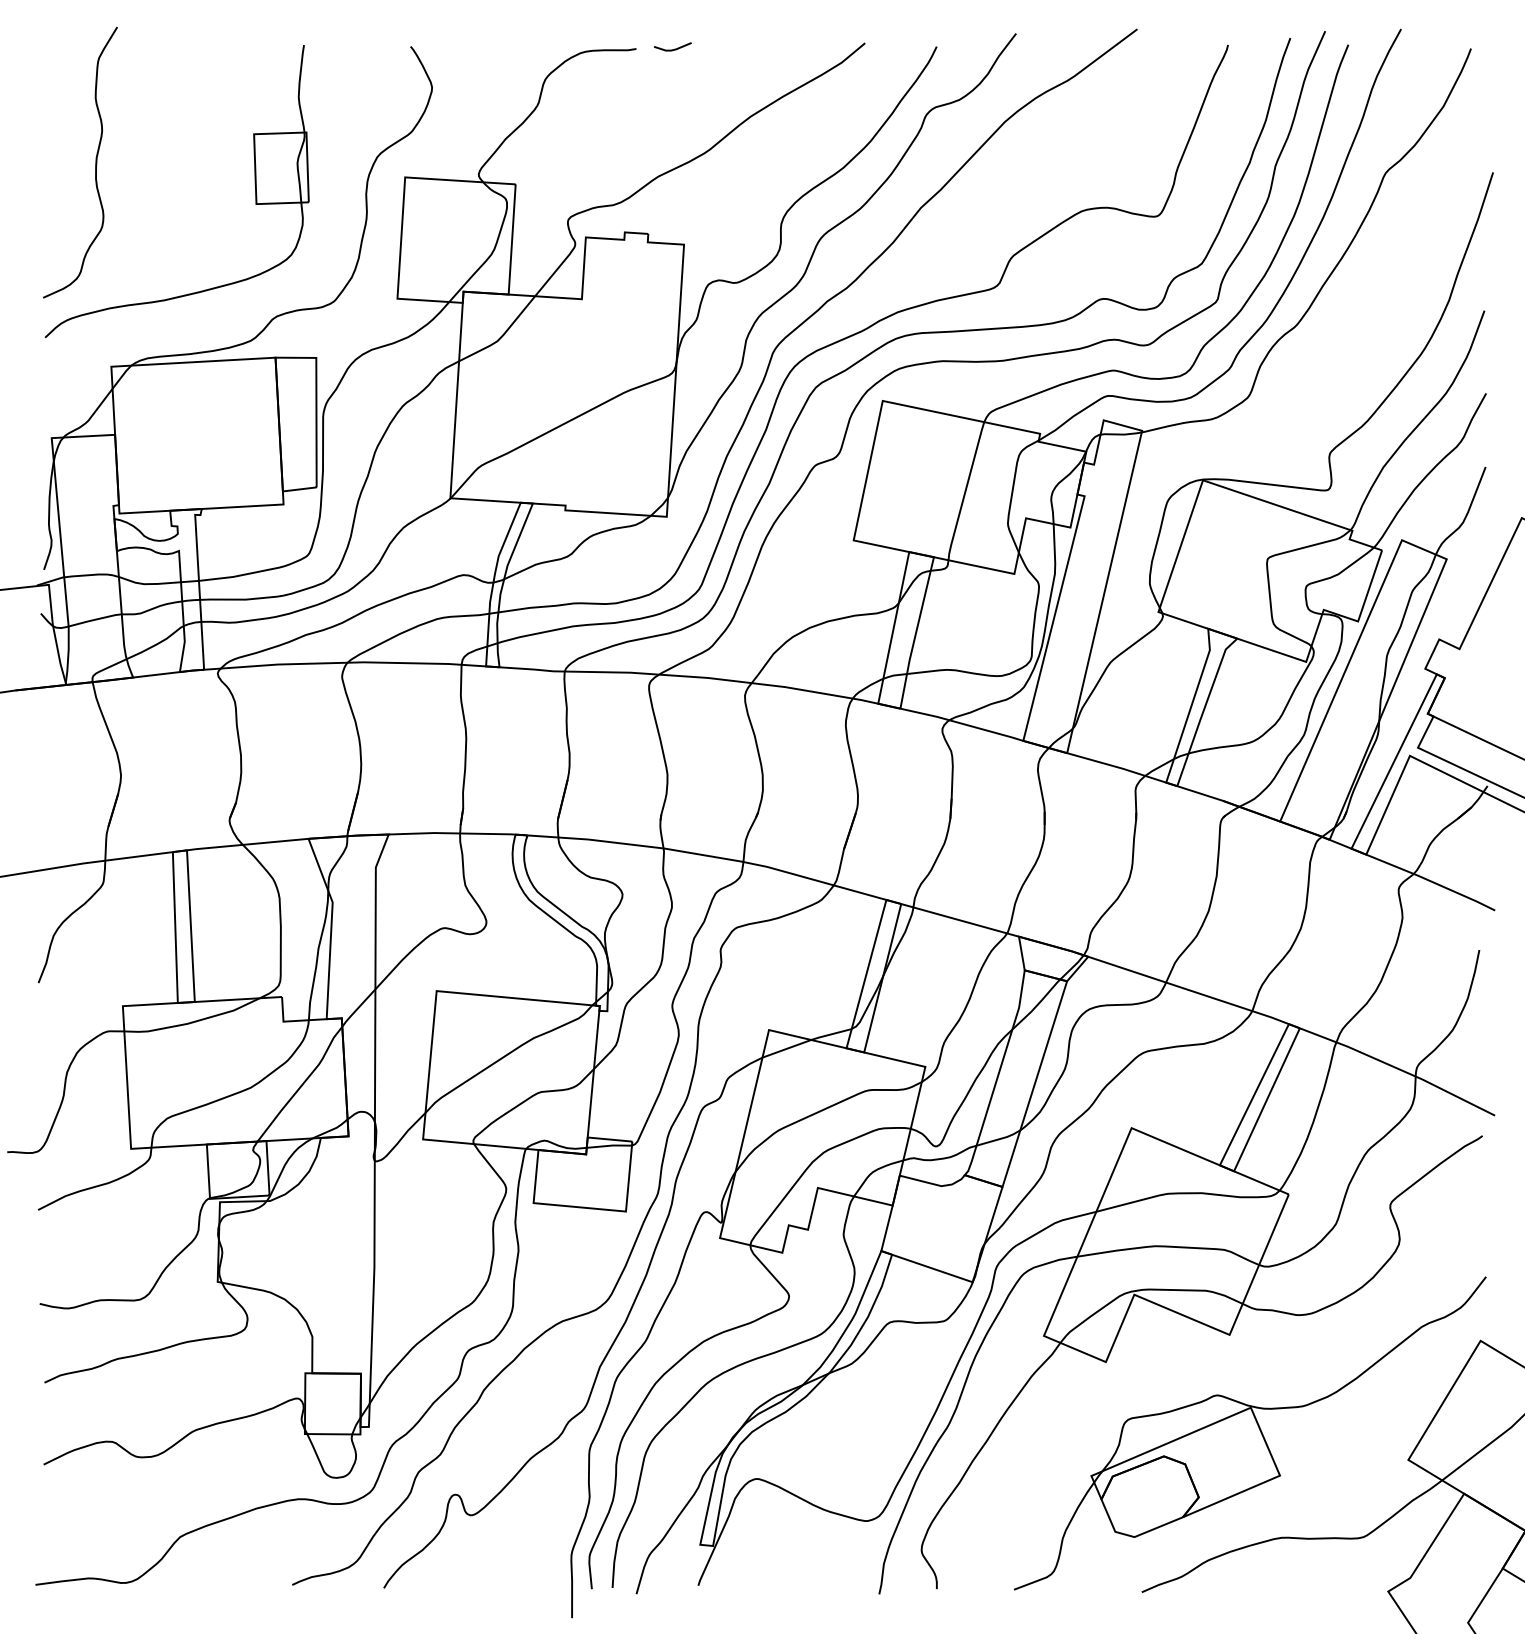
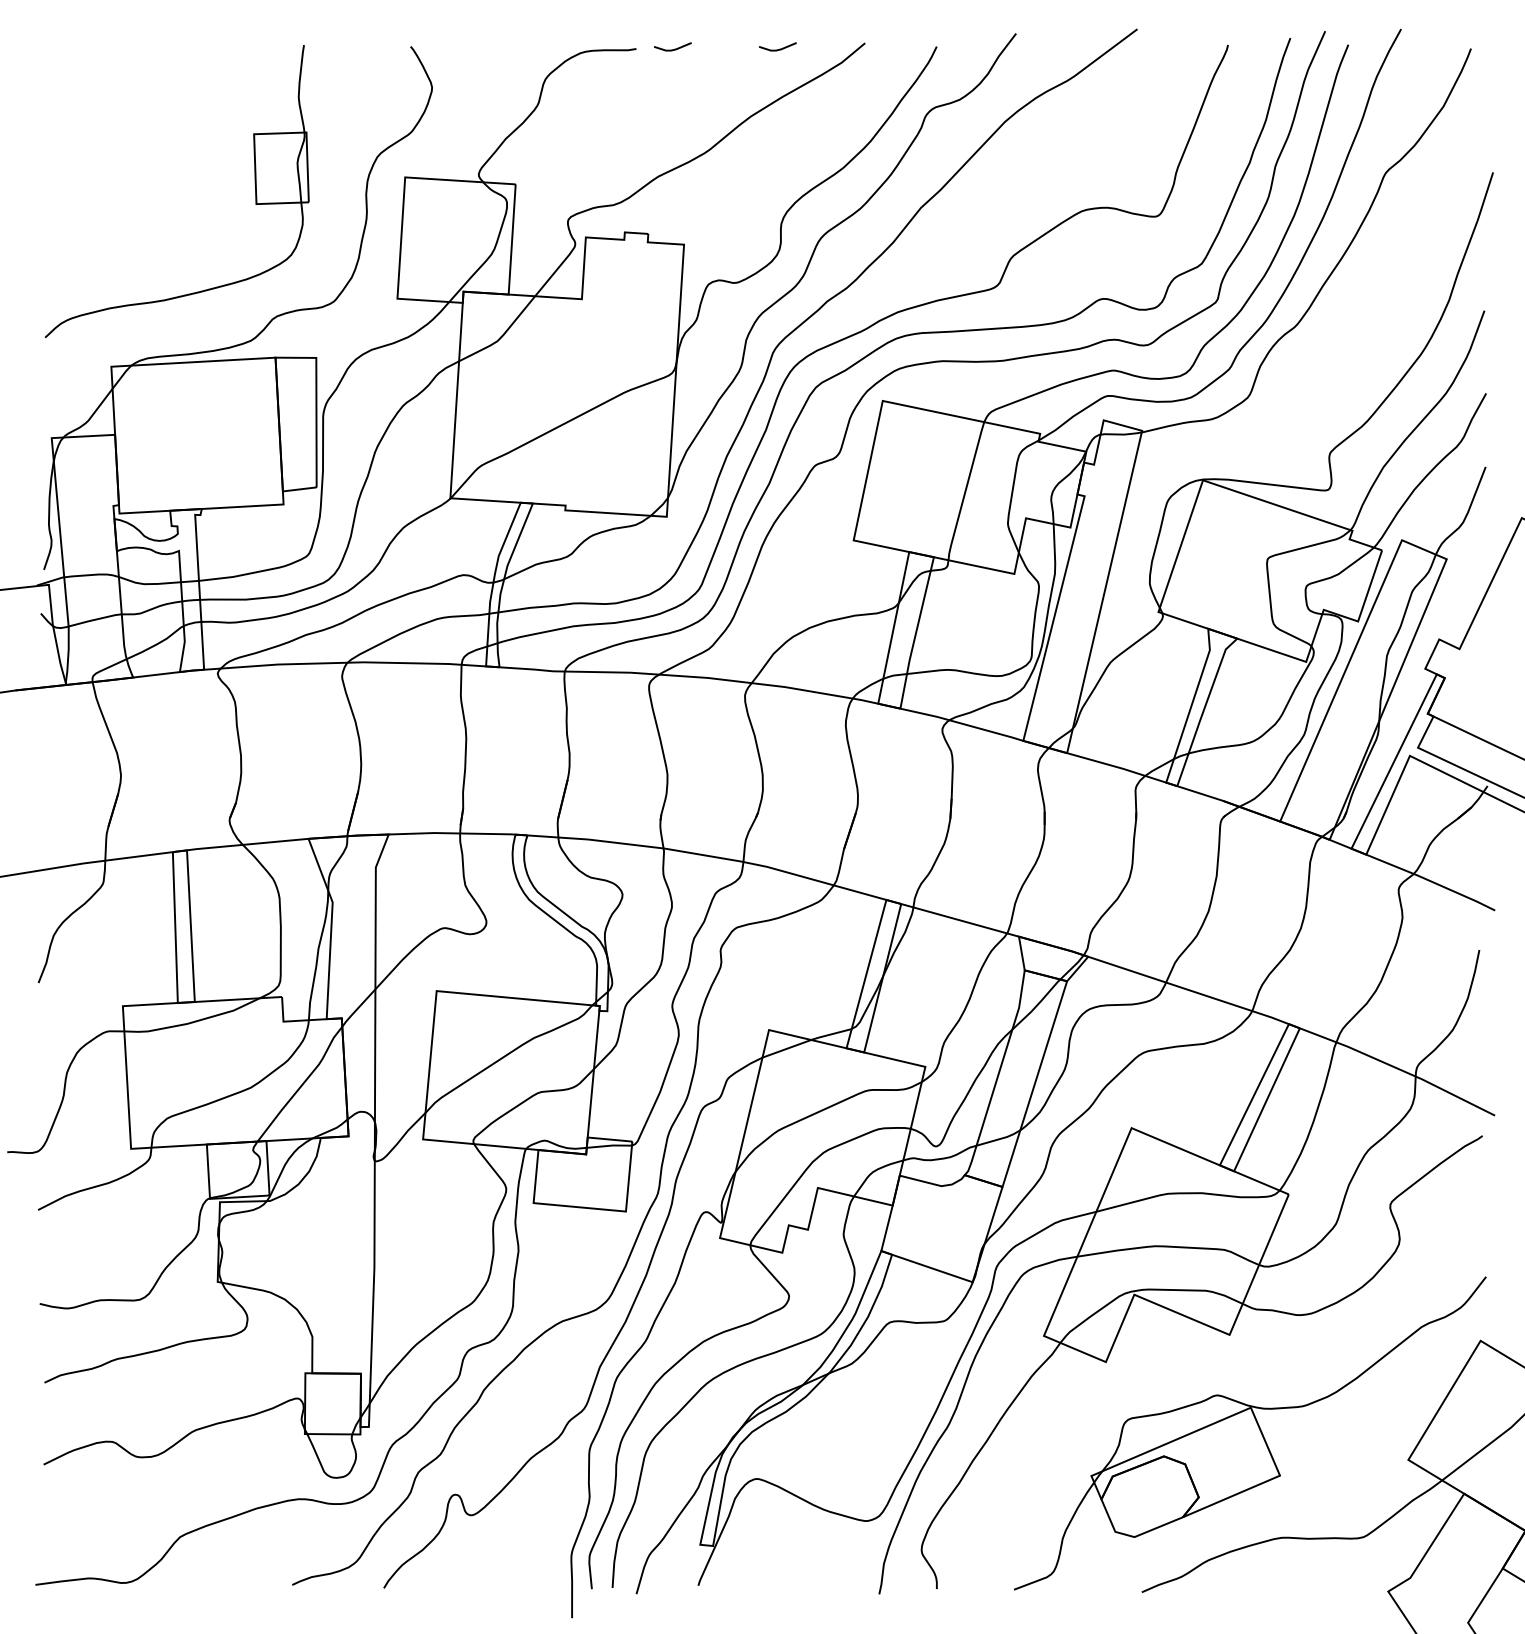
line at (779, 48): none -> present
curve at (95, 162): present -> none
